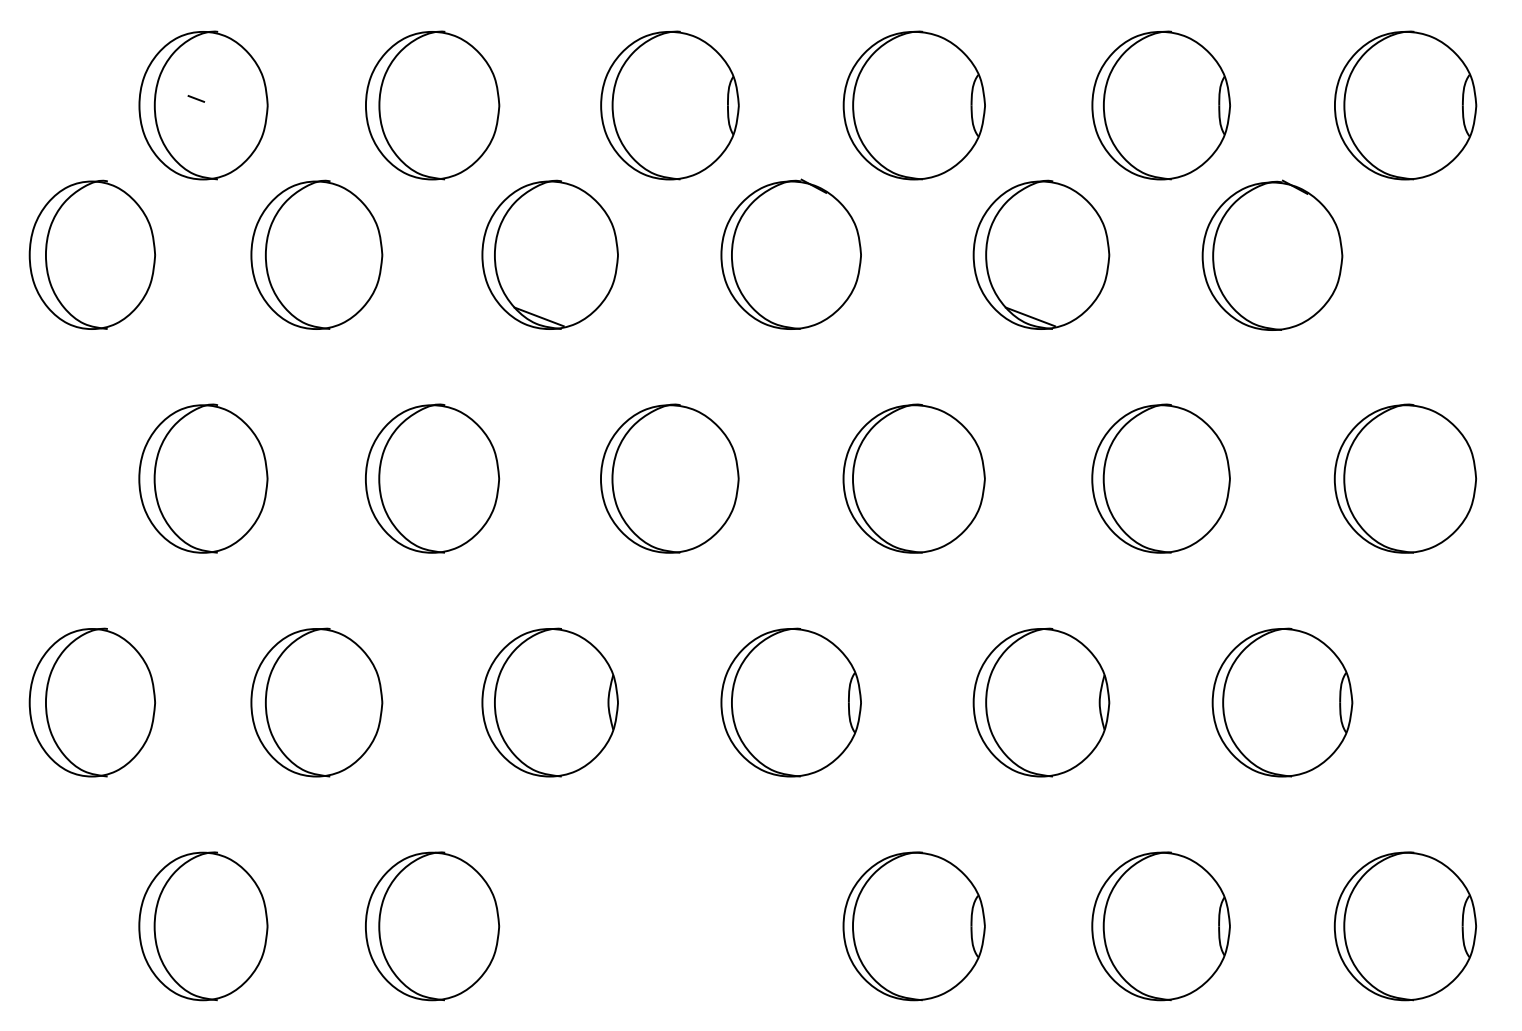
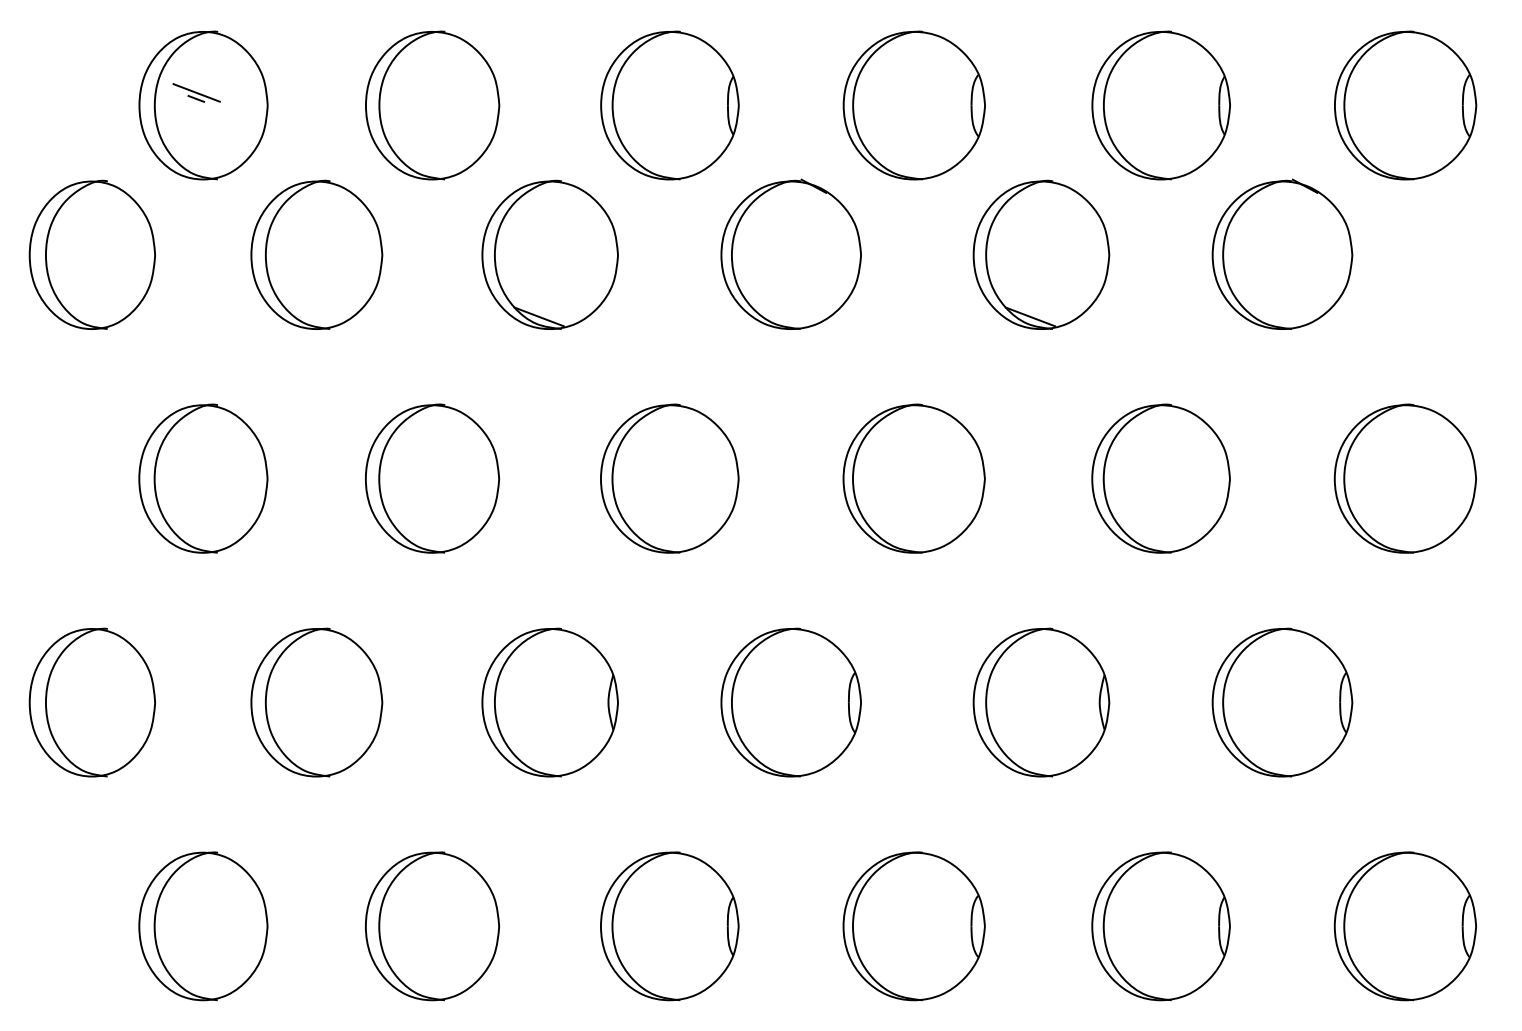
line at (196, 92): none -> present
part at (1272, 254) position: (1272, 254) -> (1282, 253)
part at (669, 926): none -> present
